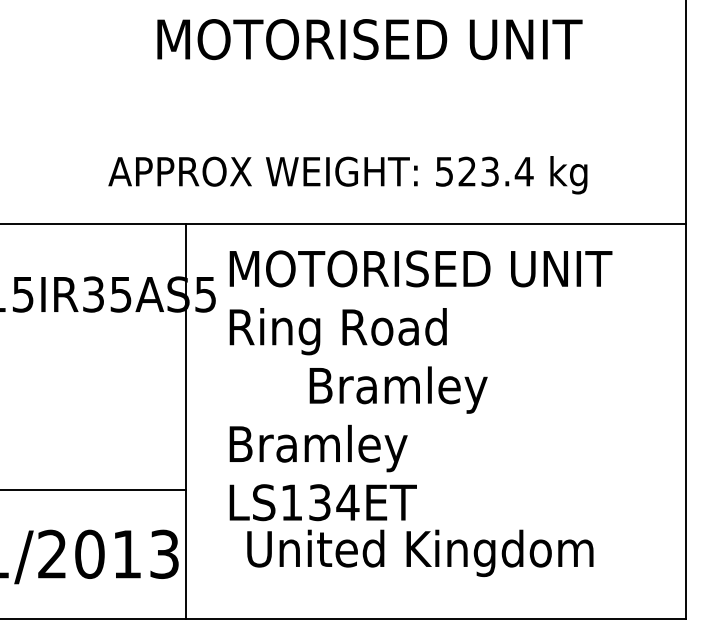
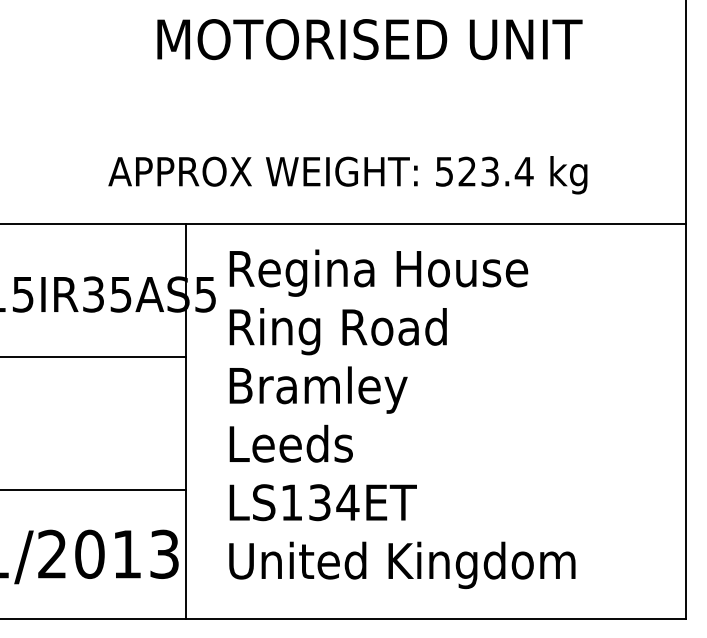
text at (423, 272): MOTORISED UNIT -> Regina House
line at (94, 357): none -> present
text at (398, 389) position: (398, 389) -> (318, 389)
text at (320, 448): Bramley -> Leeds
text at (420, 553) position: (420, 553) -> (402, 565)
